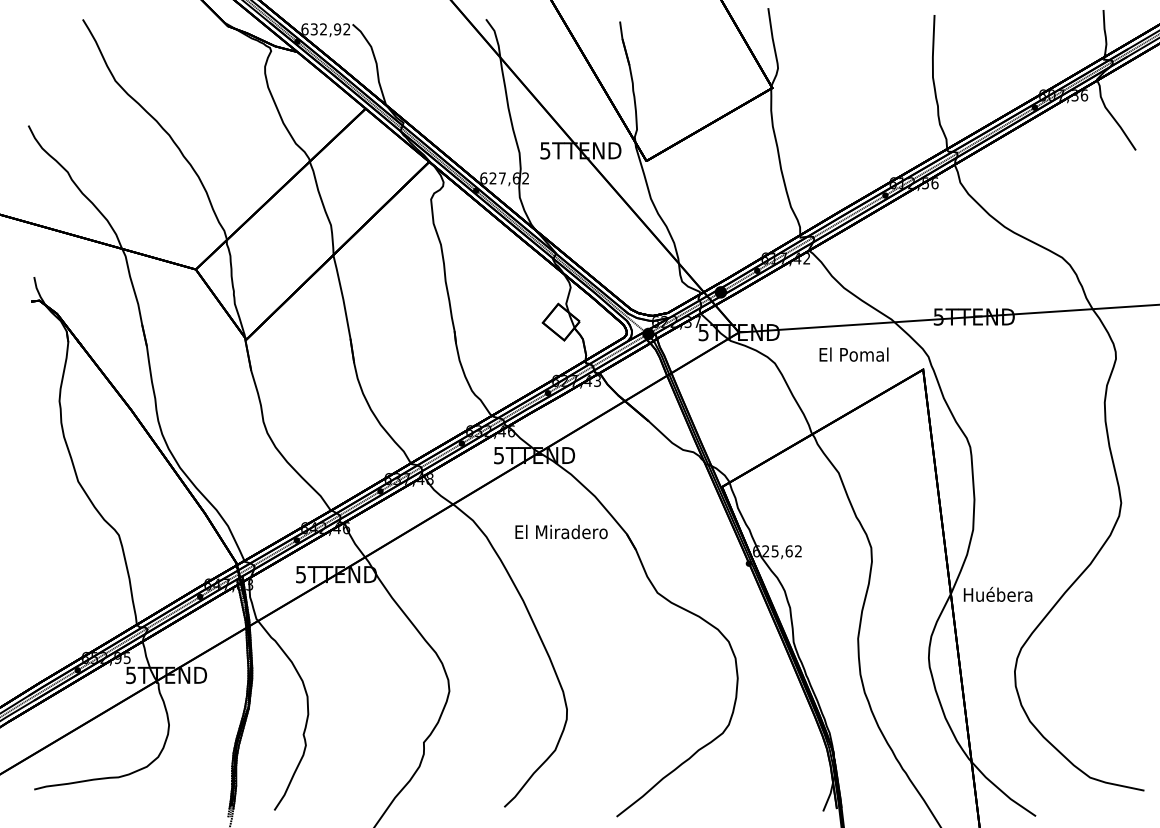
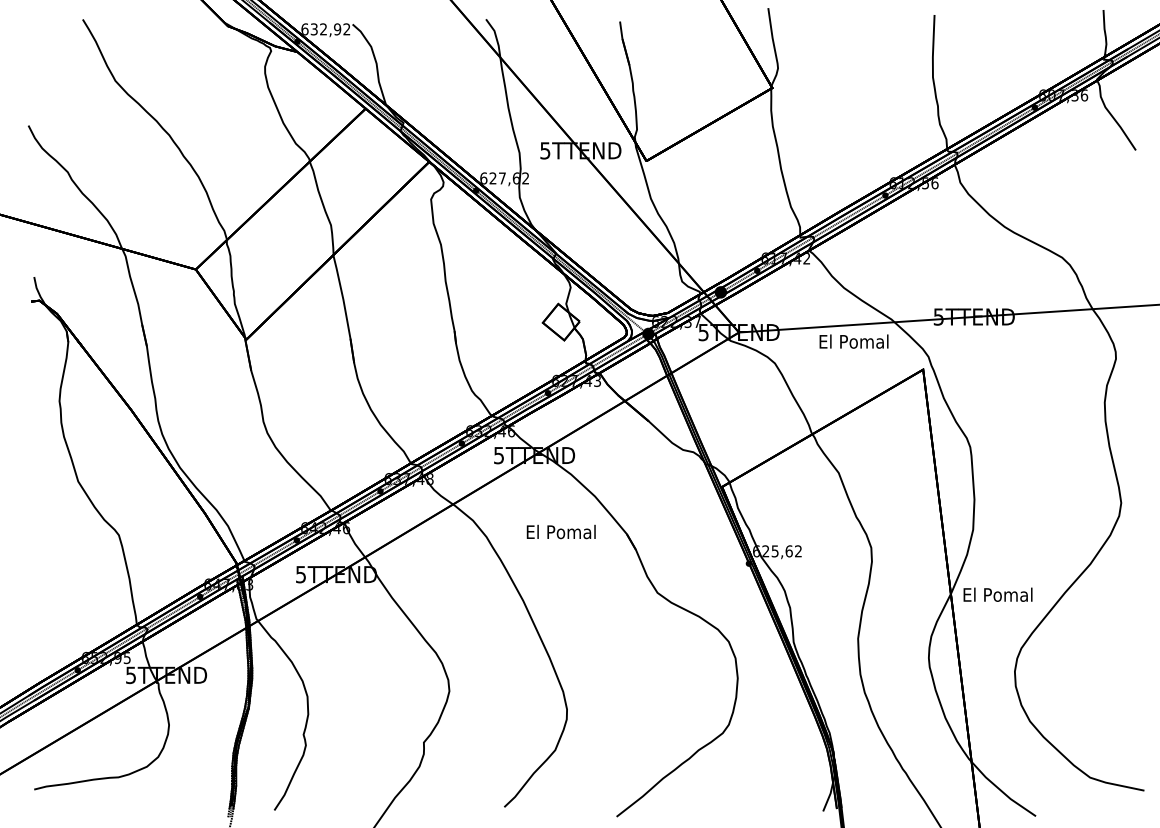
text at (853, 354) position: (853, 354) -> (853, 341)
text at (561, 531): El Miradero -> El Pomal
text at (997, 593): Huébera -> El Pomal
